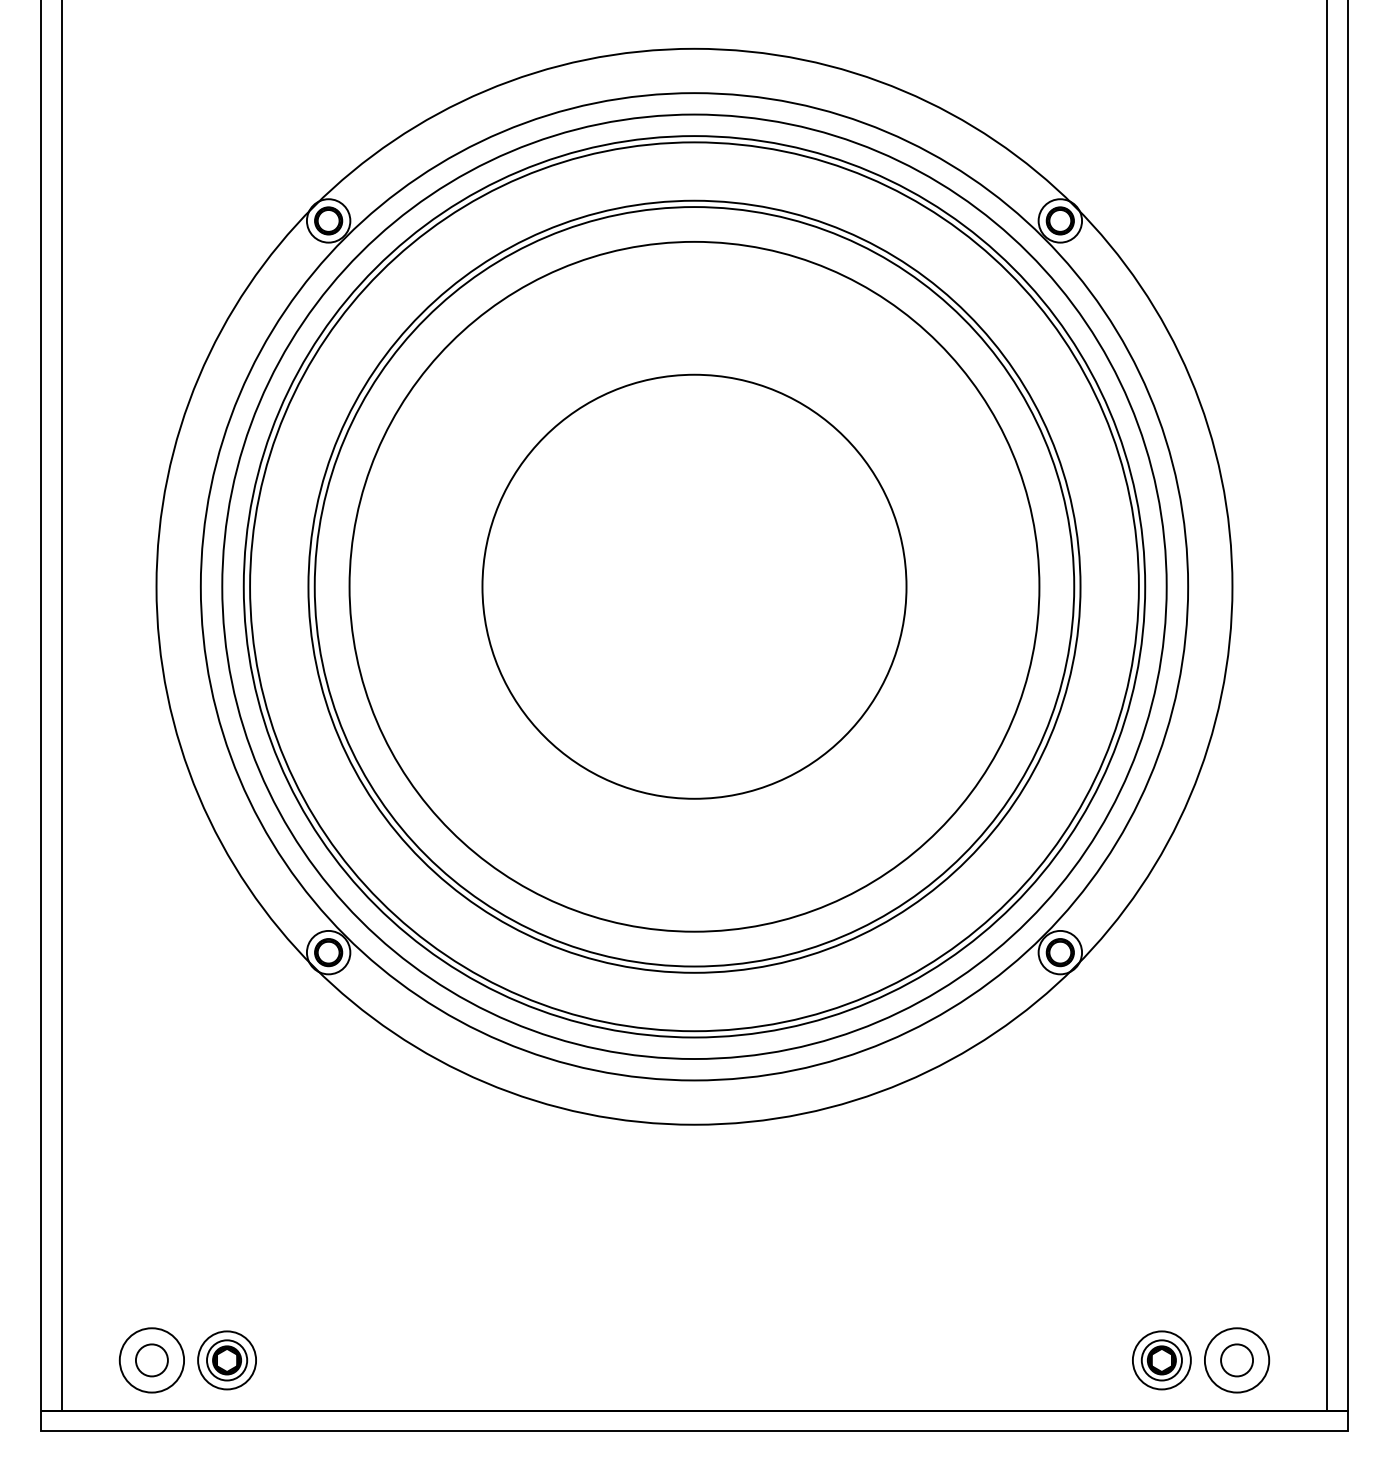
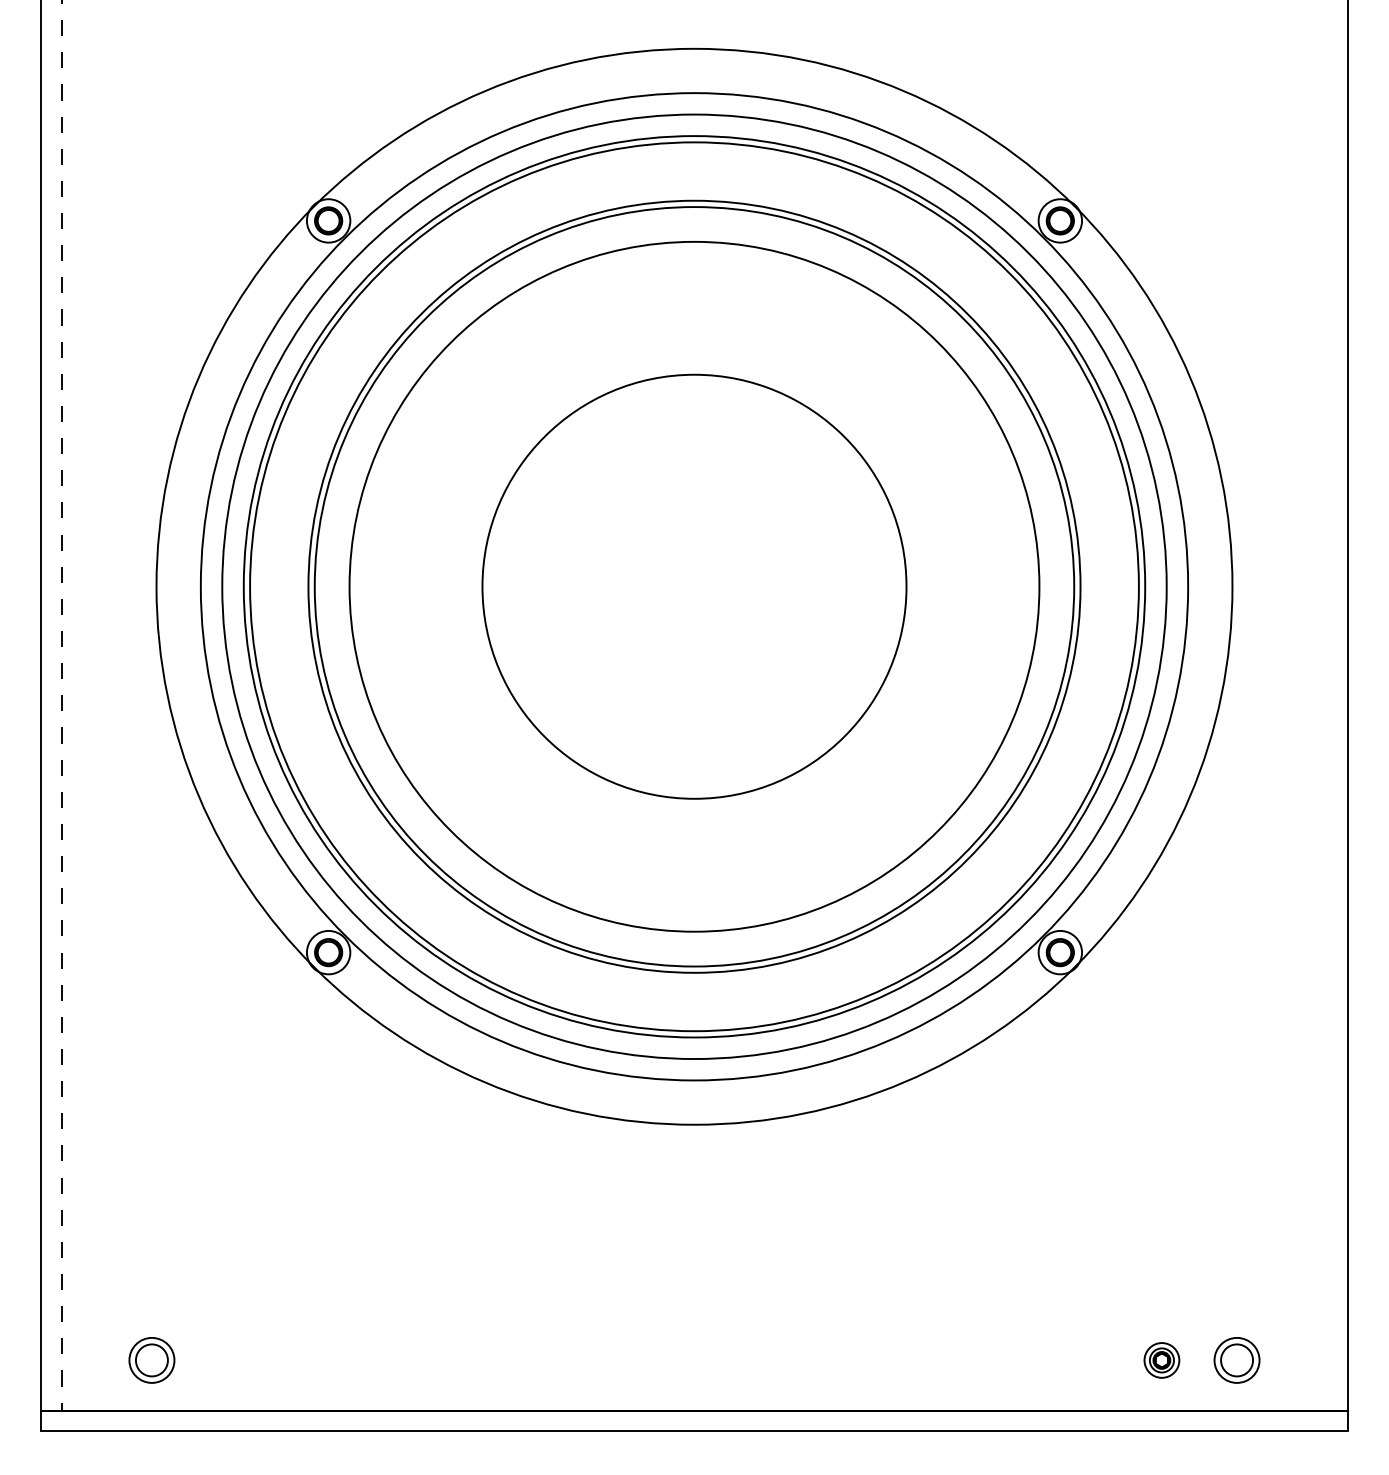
line at (61, 705): solid -> dashed
line at (1327, 706): present -> none
circle at (151, 1360) diameter: 64 px -> 45 px
part at (226, 1360): present -> none
part at (1161, 1360) size: 60x61 px -> 38x37 px
circle at (1236, 1360) diameter: 64 px -> 45 px
